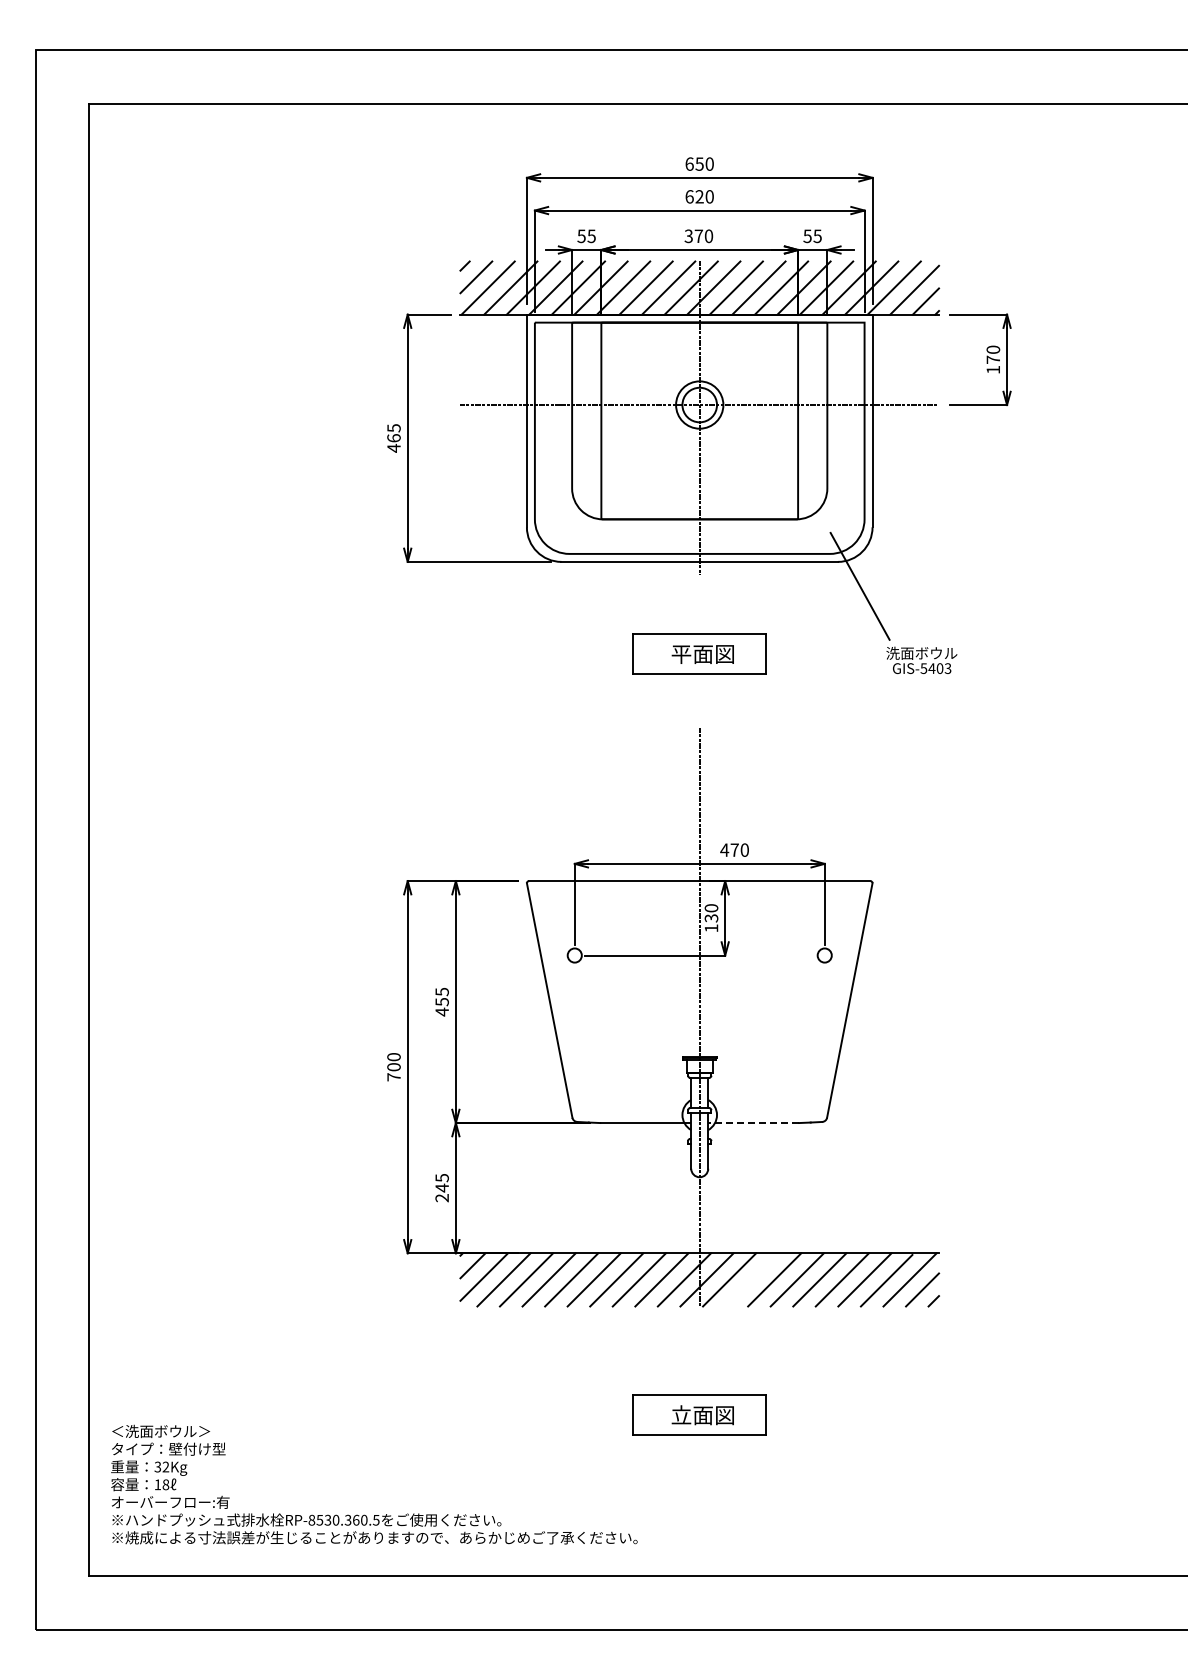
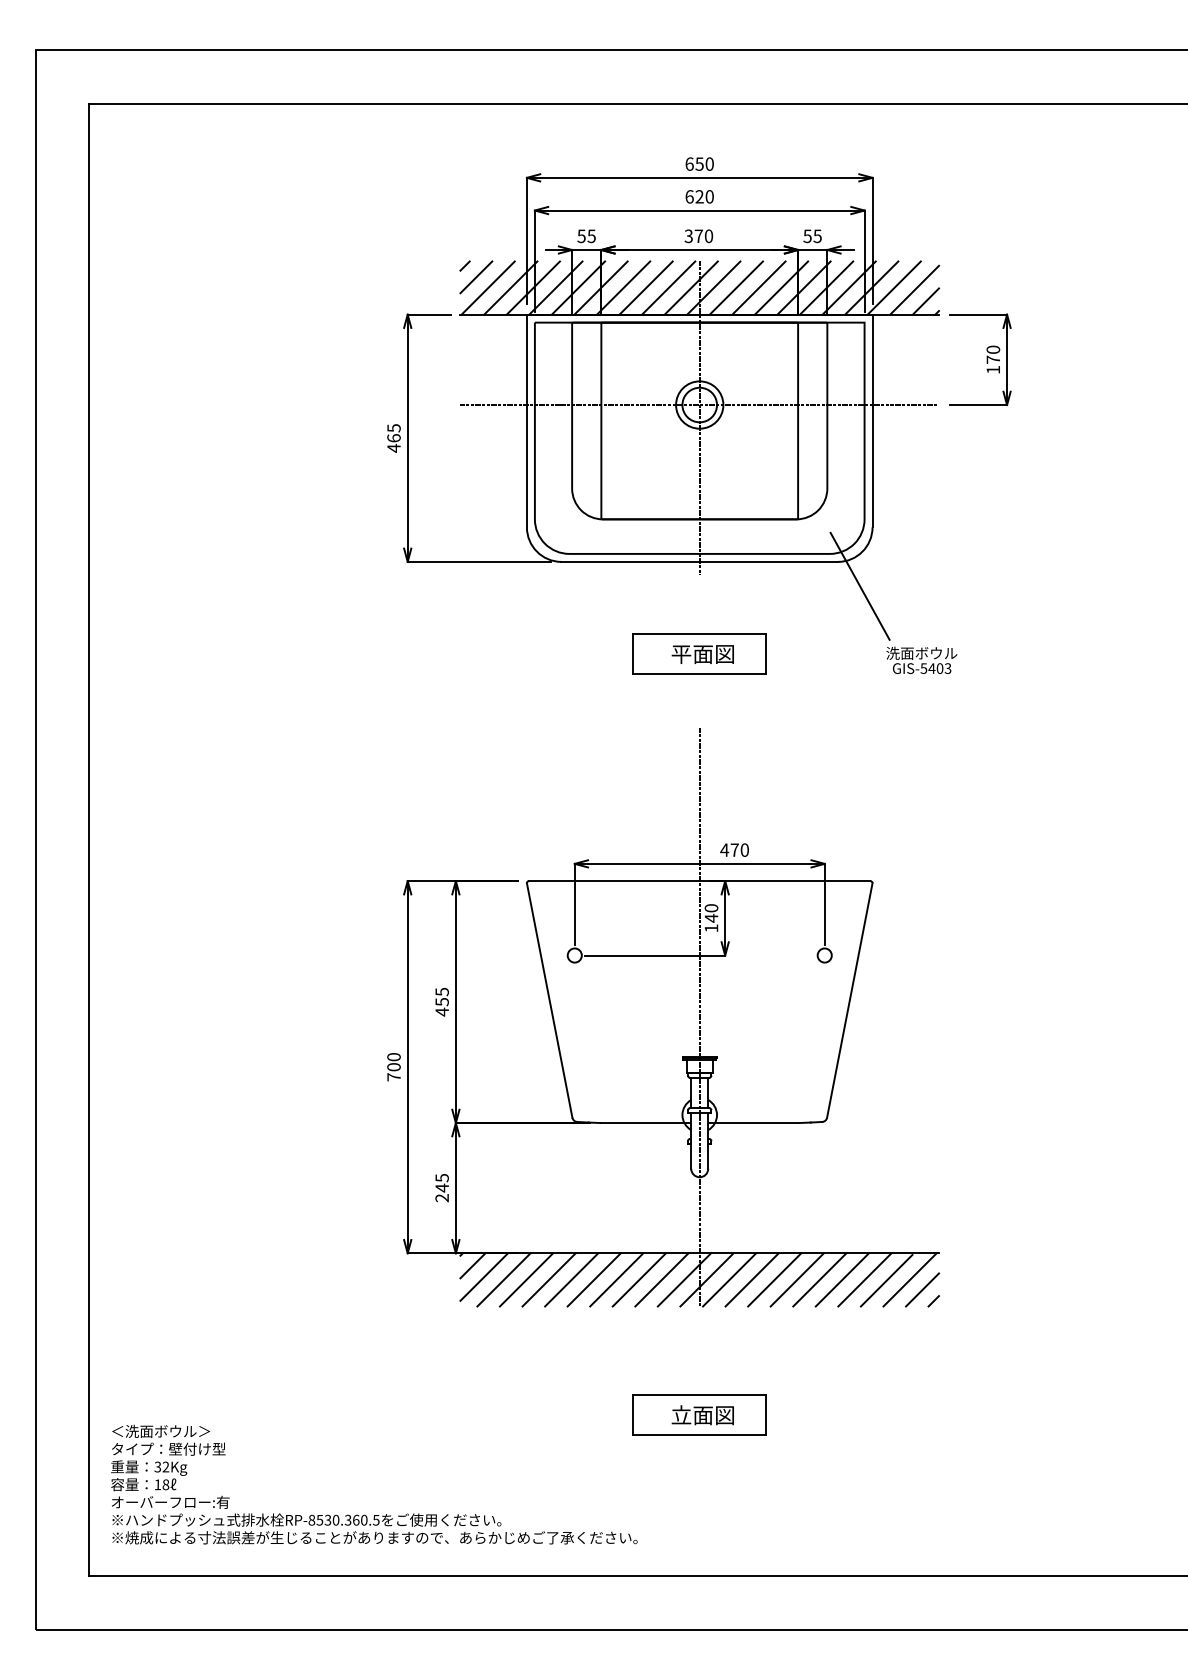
text at (711, 917): 130 -> 140
line at (753, 1123): dashed -> solid
line at (751, 1279): none -> present
